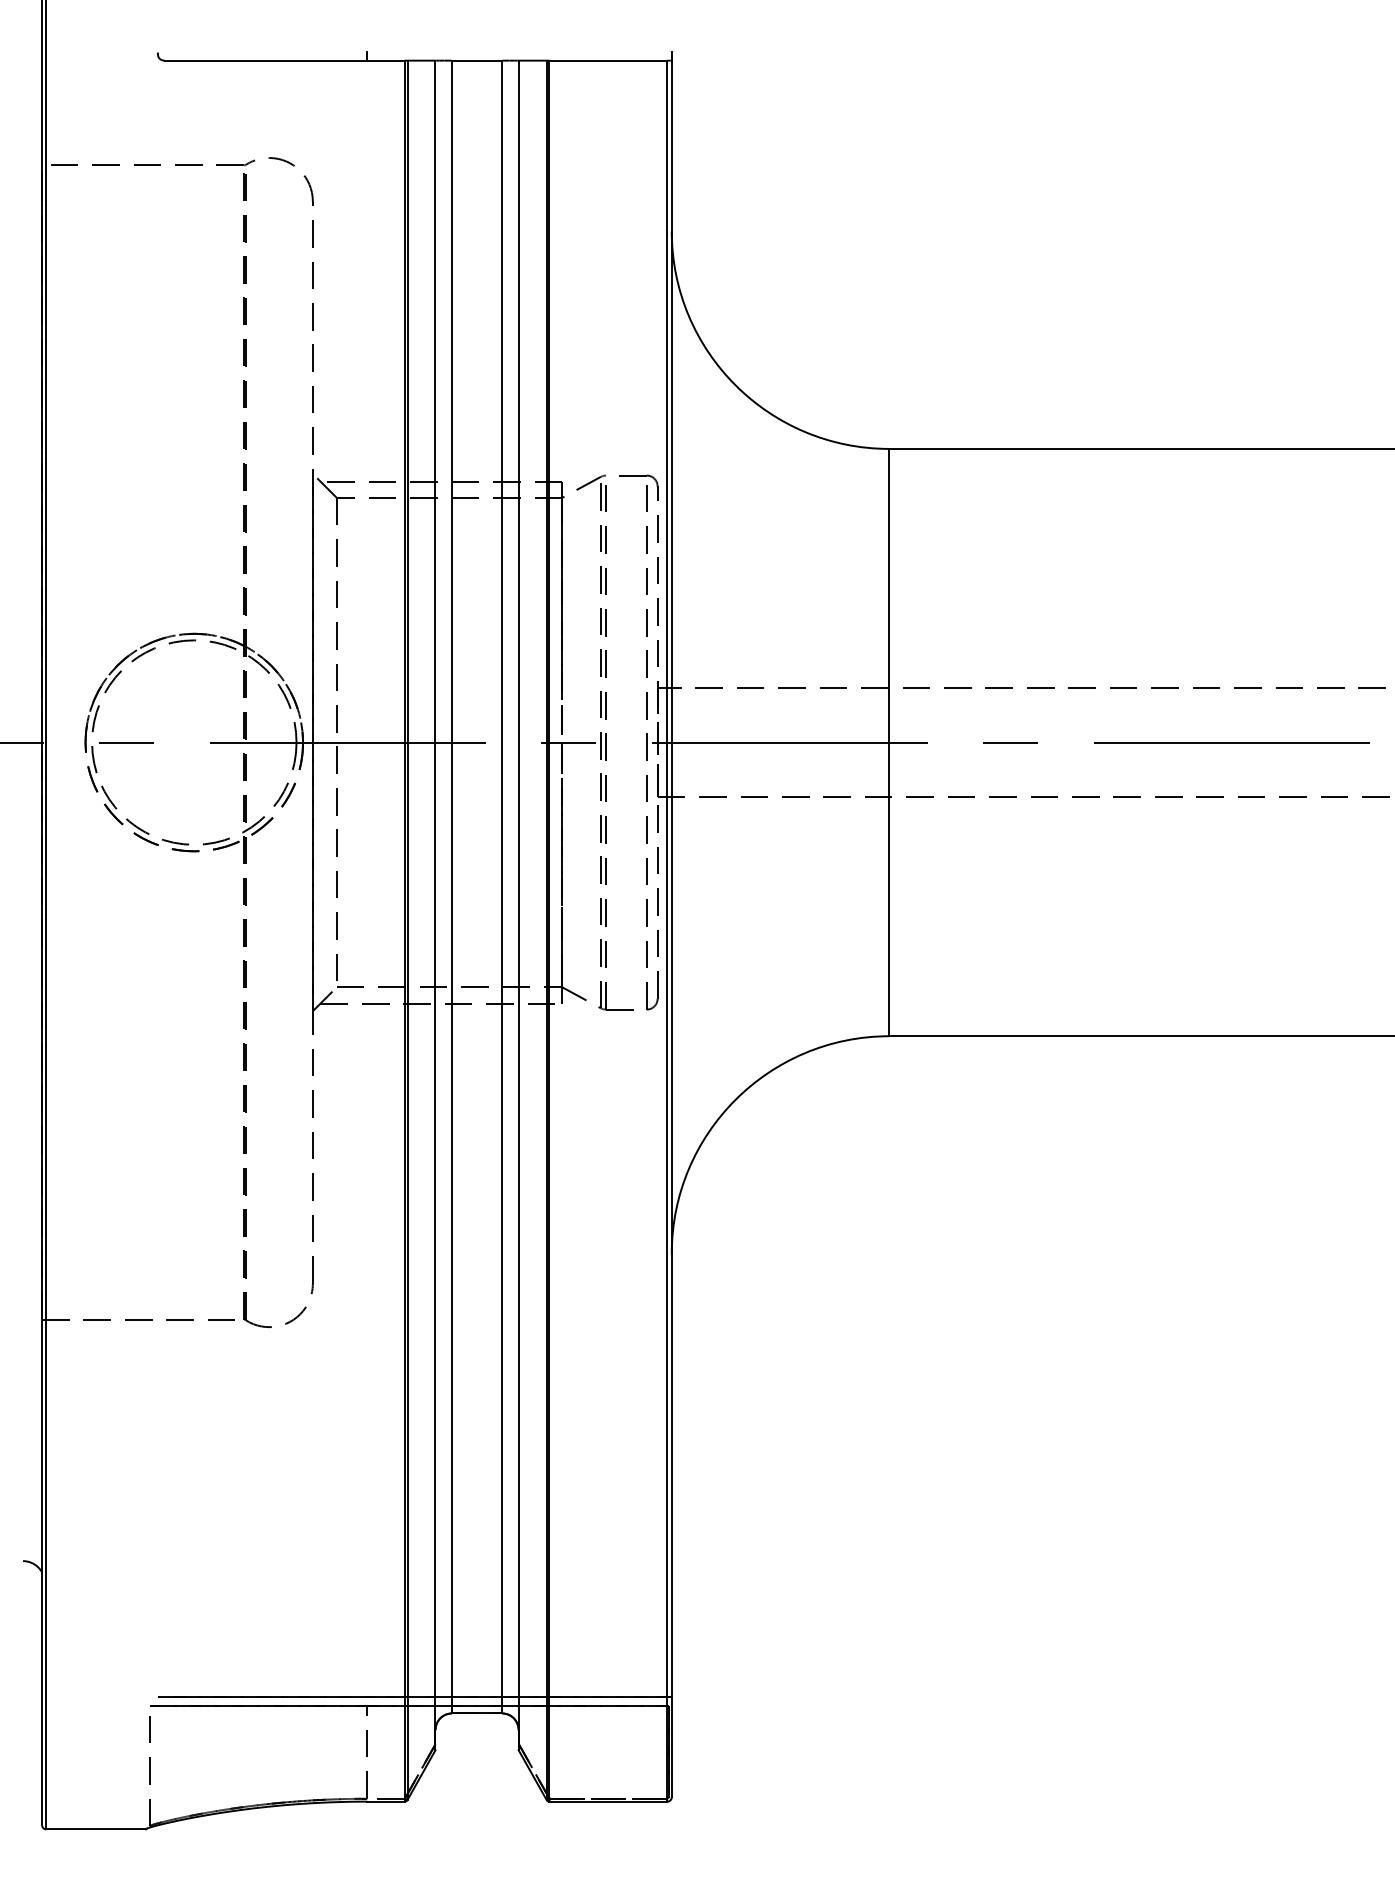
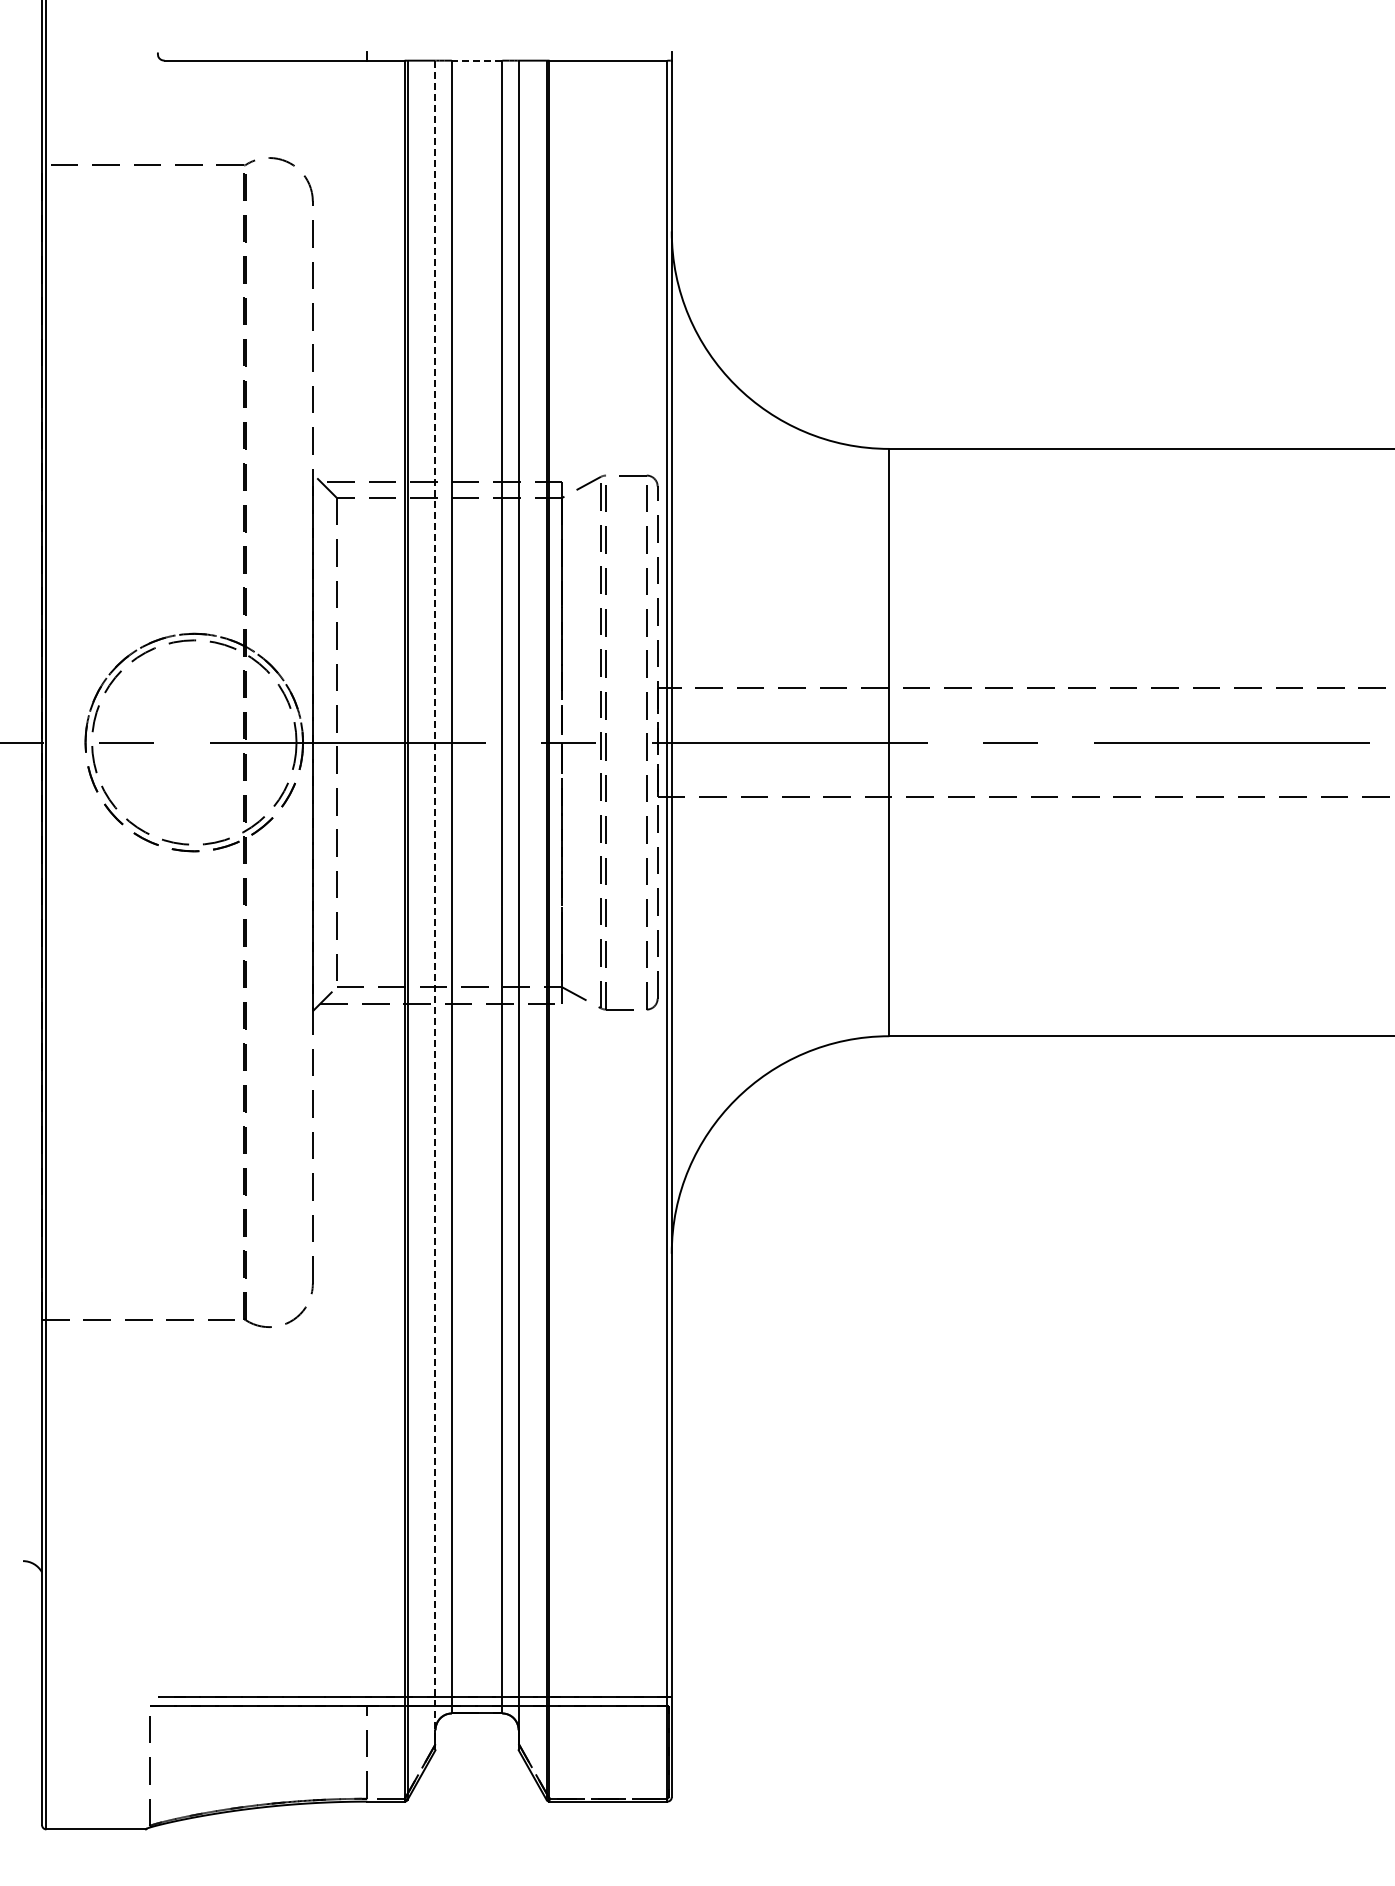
line at (476, 60): solid -> dashed
line at (435, 905): solid -> dashed
